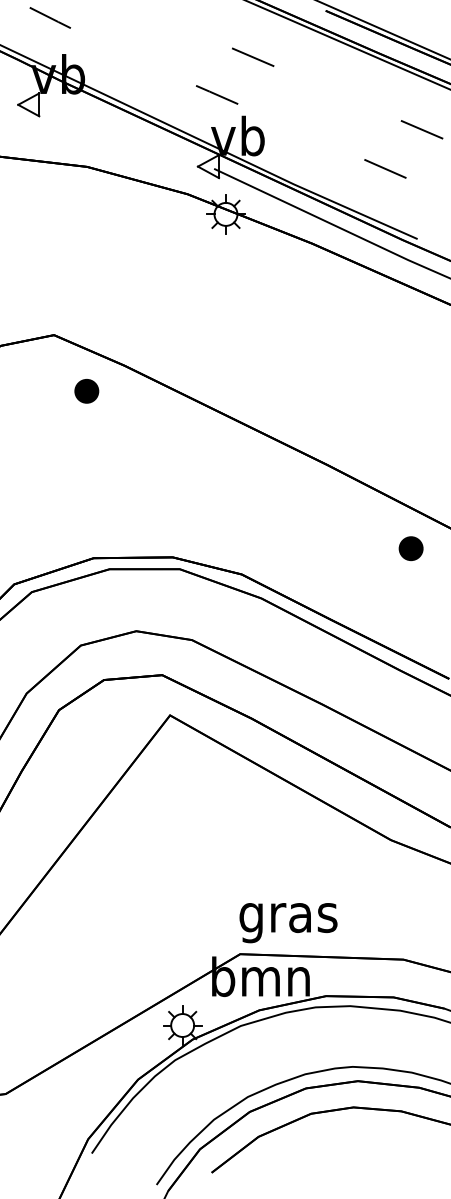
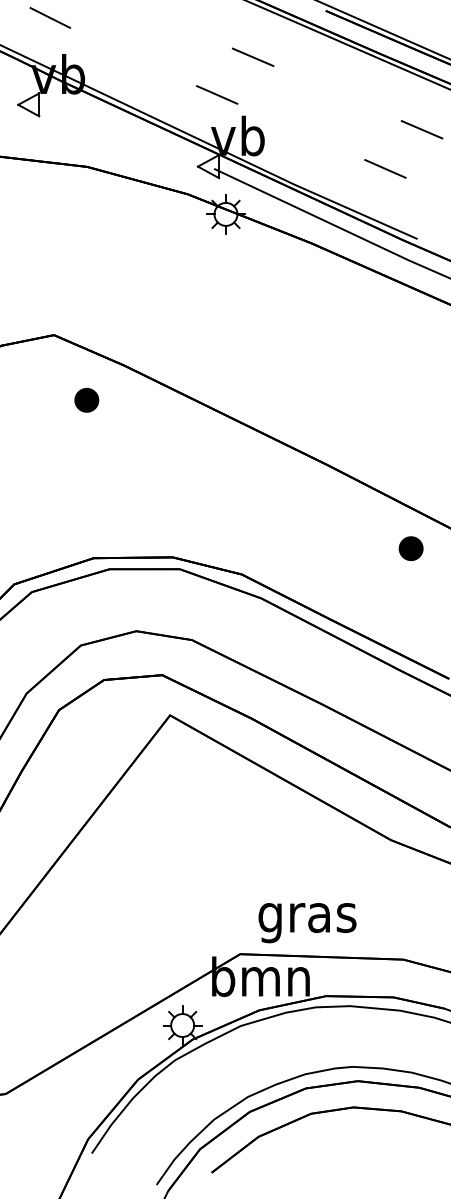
part at (86, 391) position: (86, 391) -> (86, 400)
text at (288, 923) position: (288, 923) -> (307, 923)
